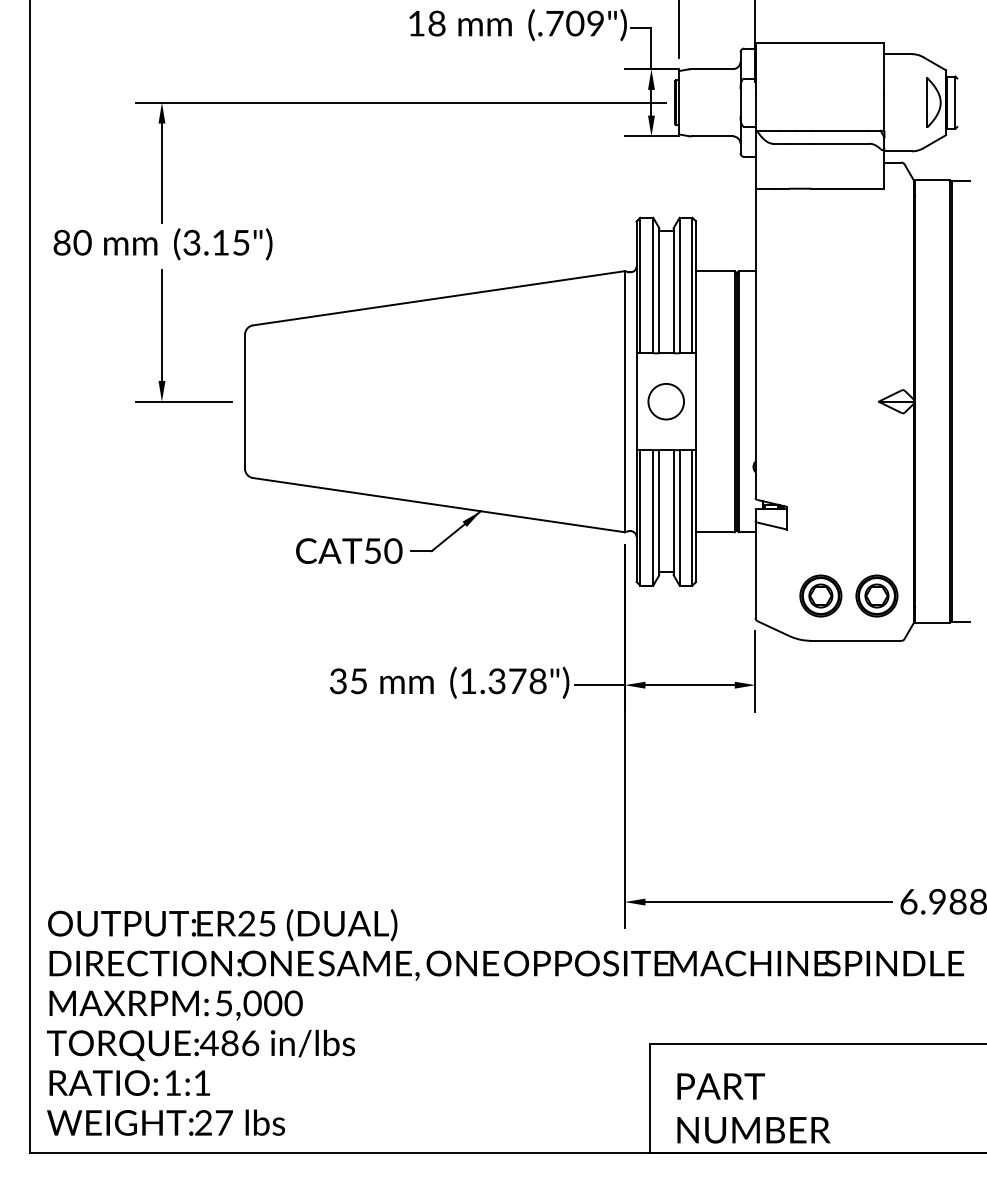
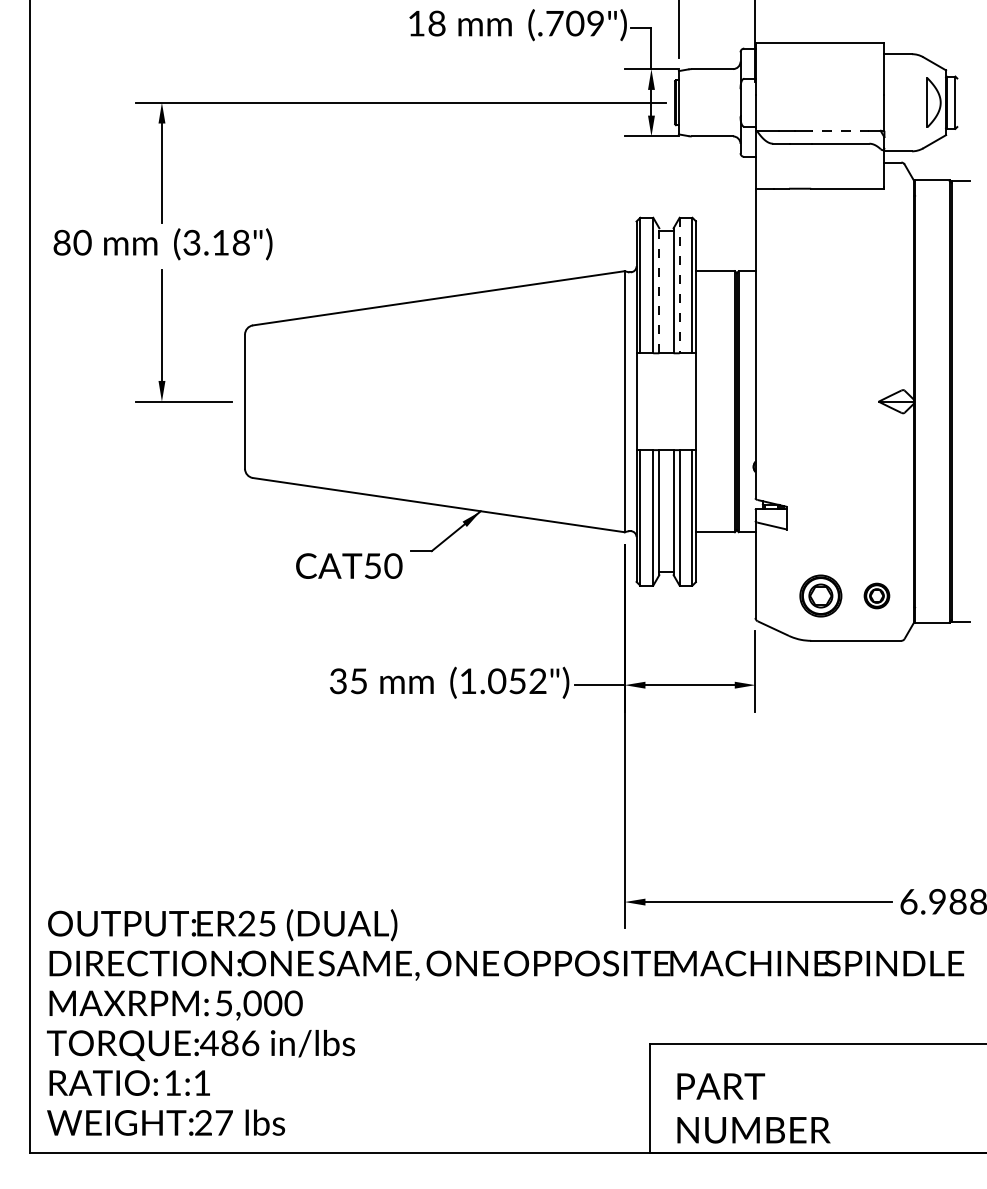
line at (840, 130): solid -> dashed
text at (240, 242): (3.15") -> (3.18")
line at (679, 285): solid -> dashed
line at (659, 290): solid -> dashed
circle at (665, 401): present -> none
text at (349, 550) position: (349, 550) -> (349, 565)
part at (876, 595) size: 44x44 px -> 28x28 px
text at (517, 681): (1.378") -> (1.052")
